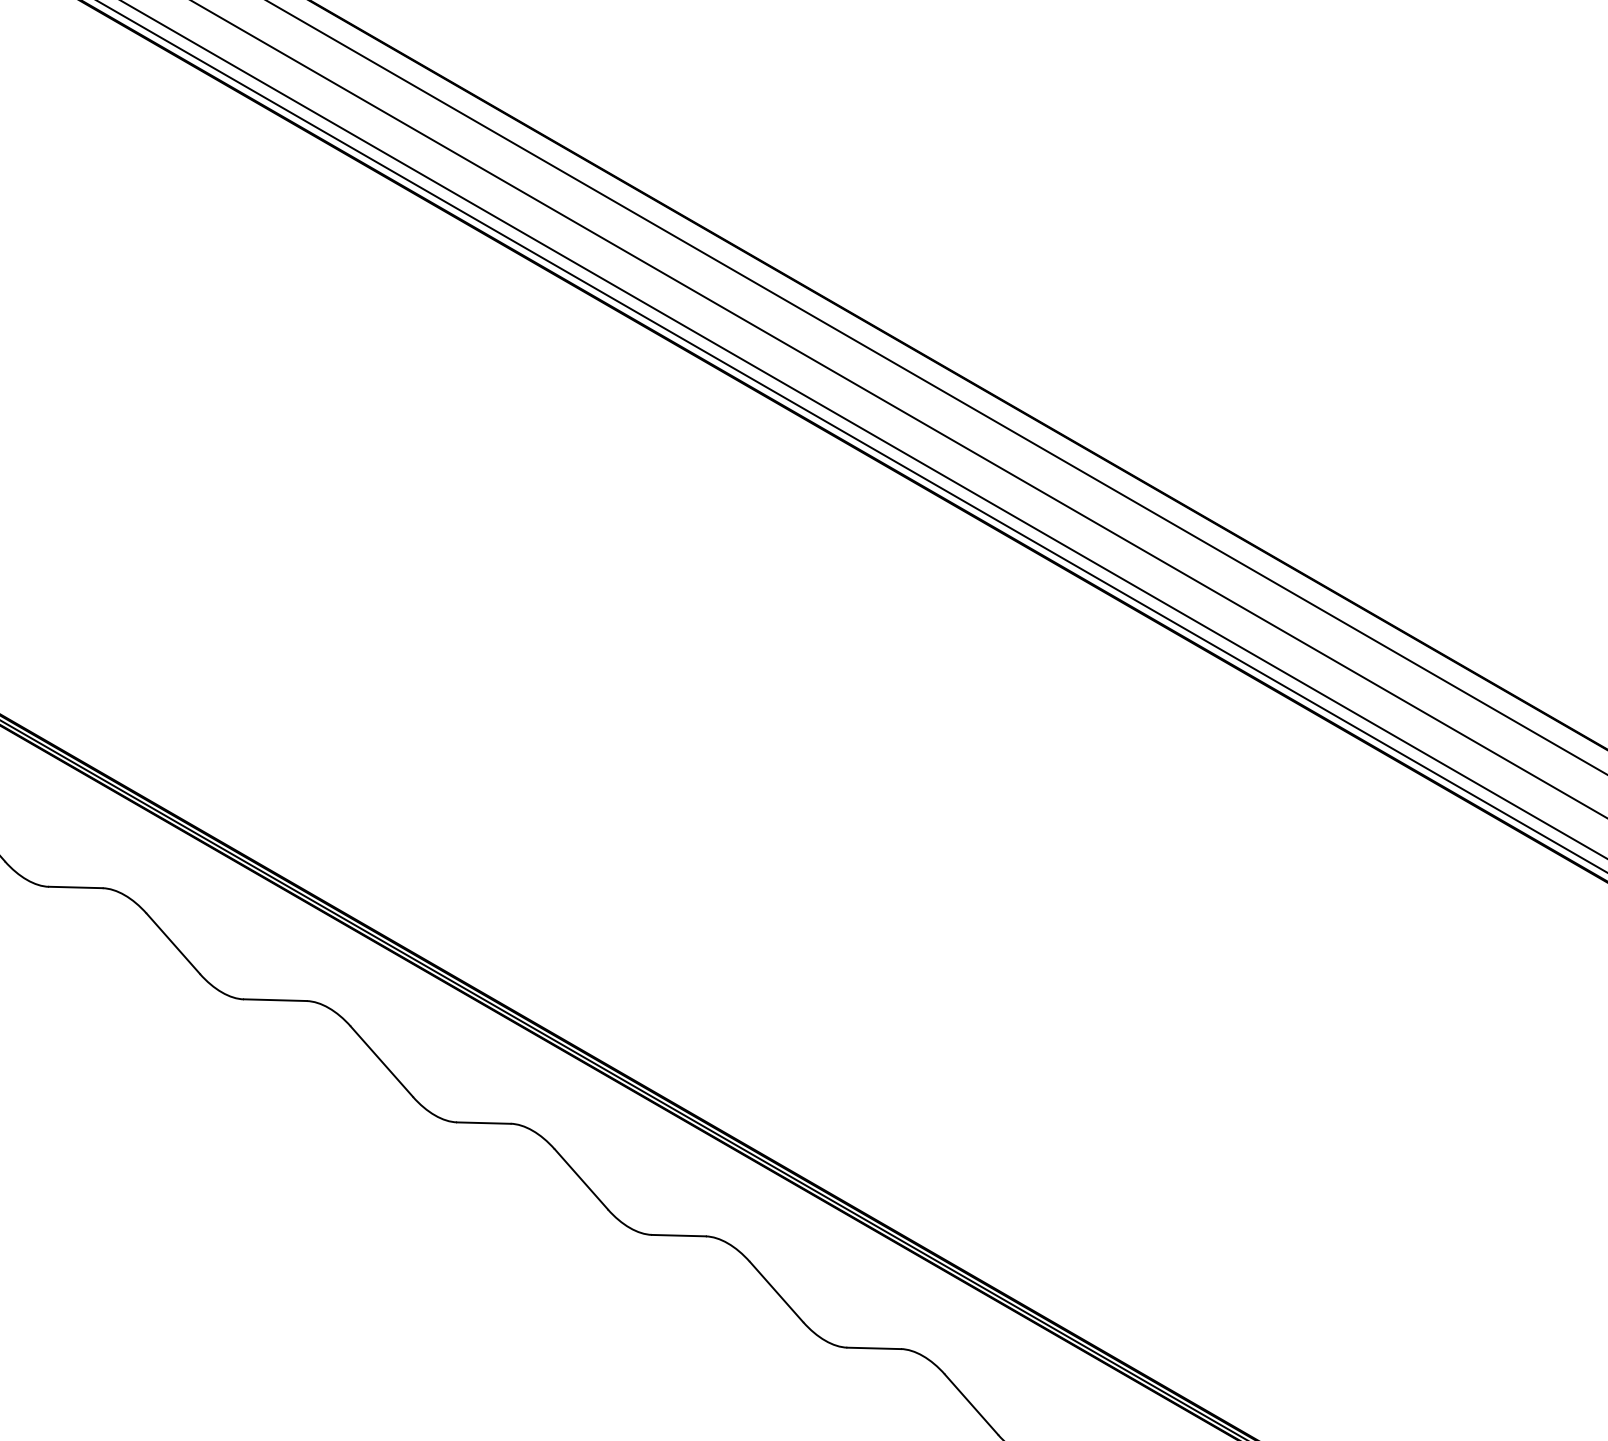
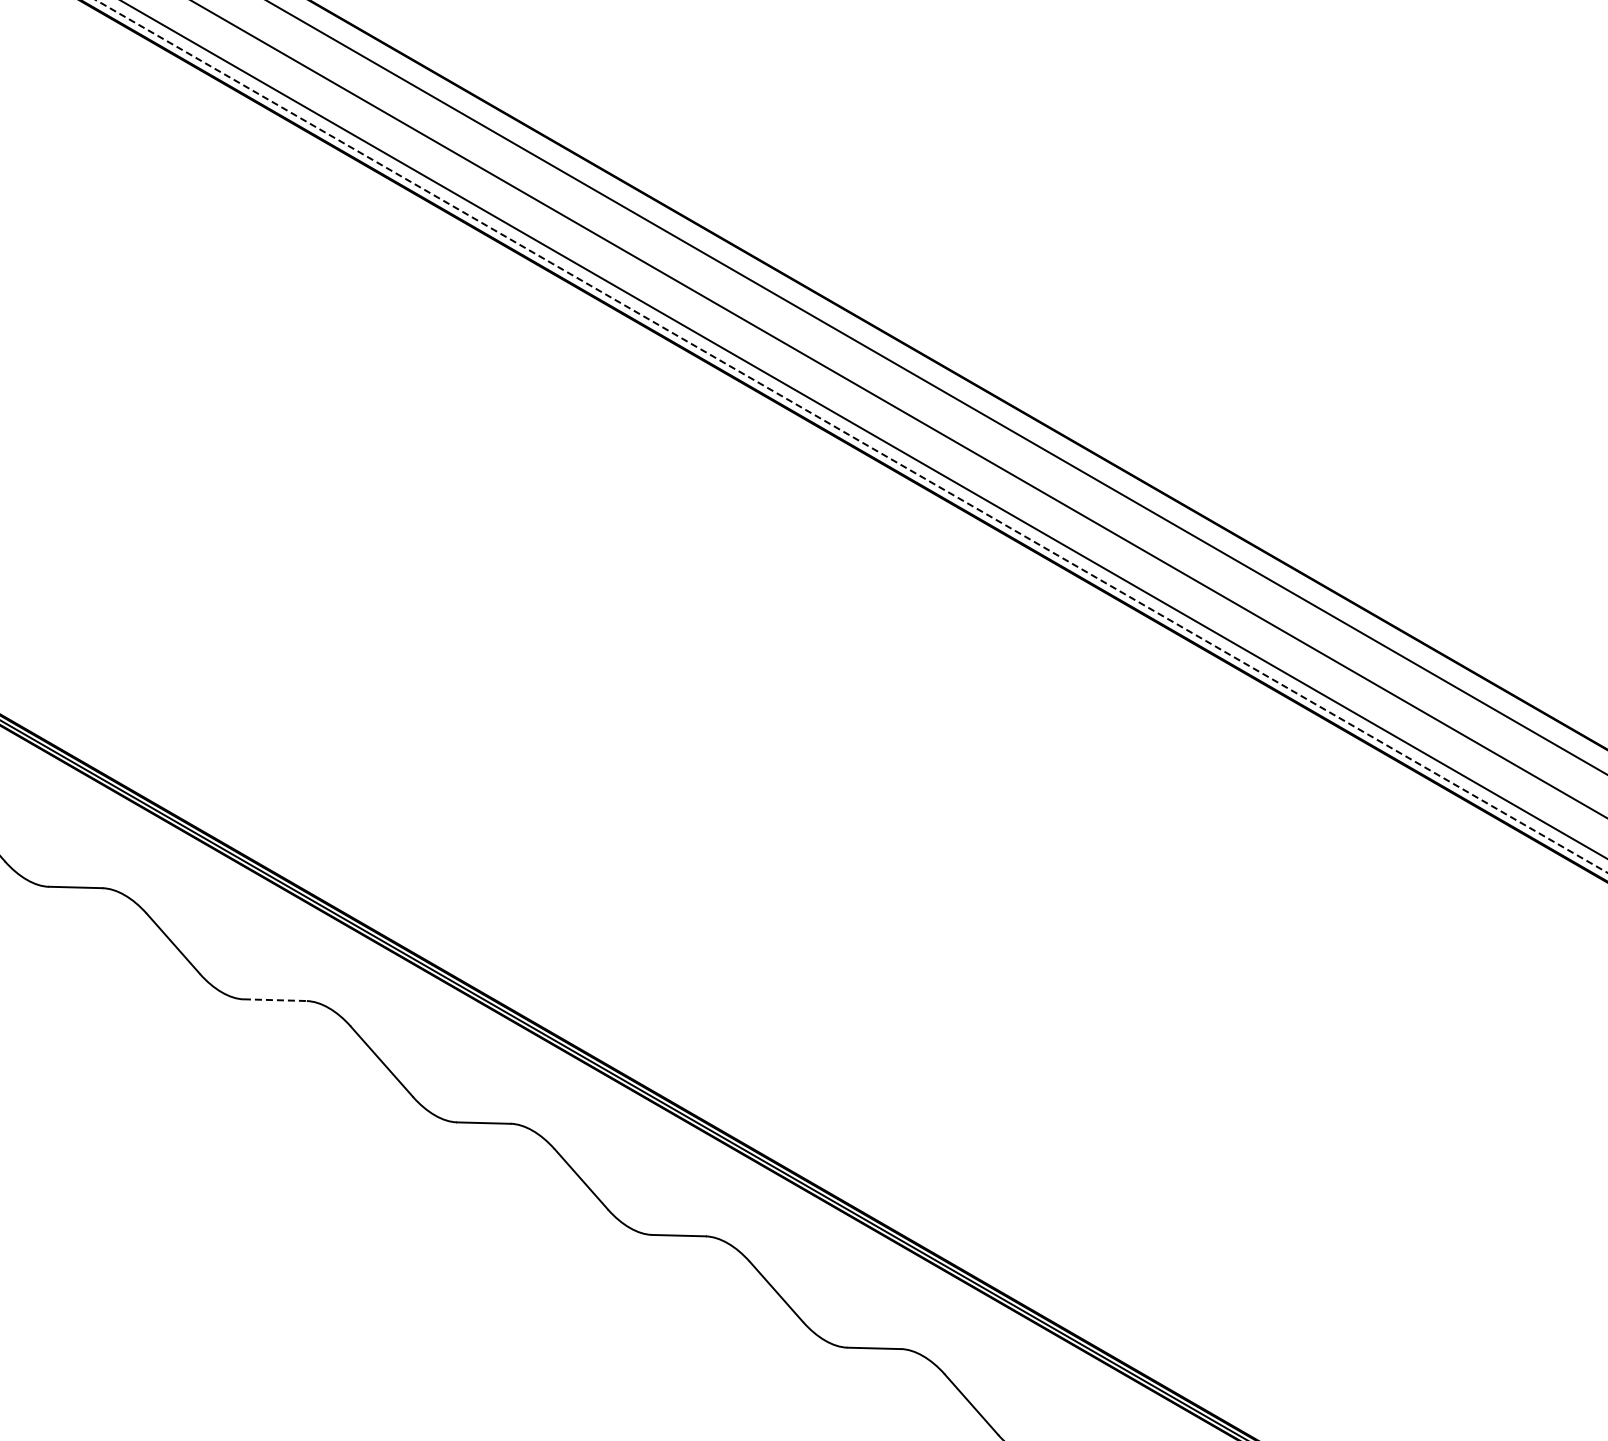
line at (851, 436): solid -> dashed
line at (275, 1000): solid -> dashed
